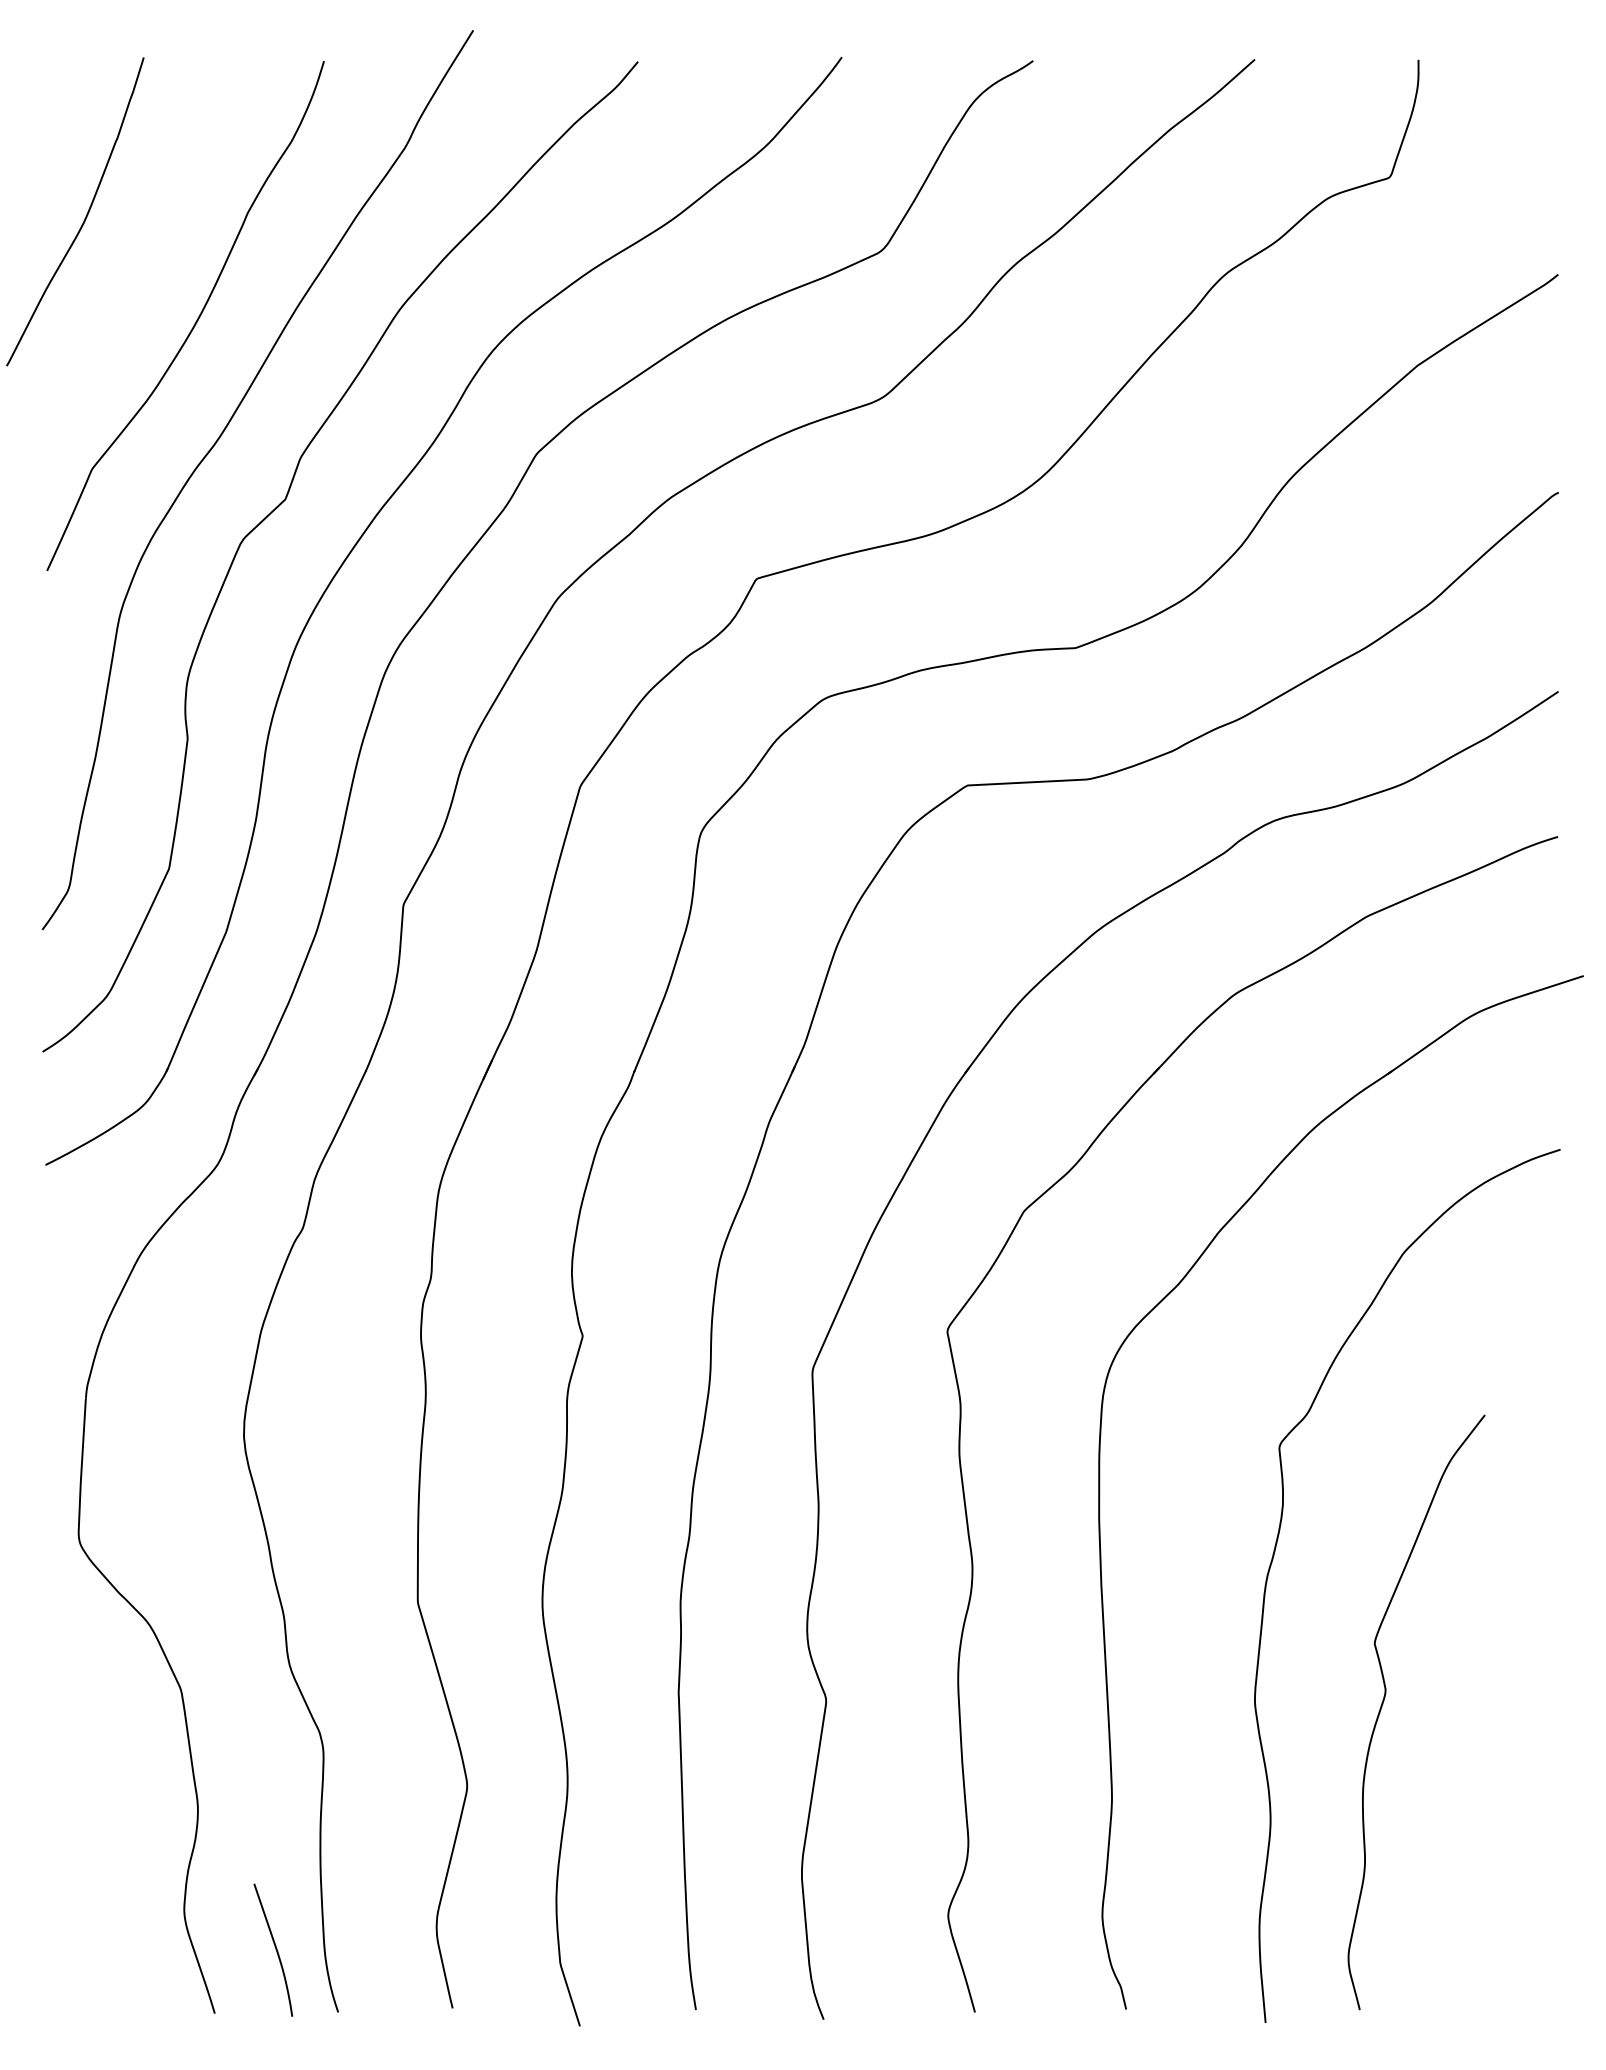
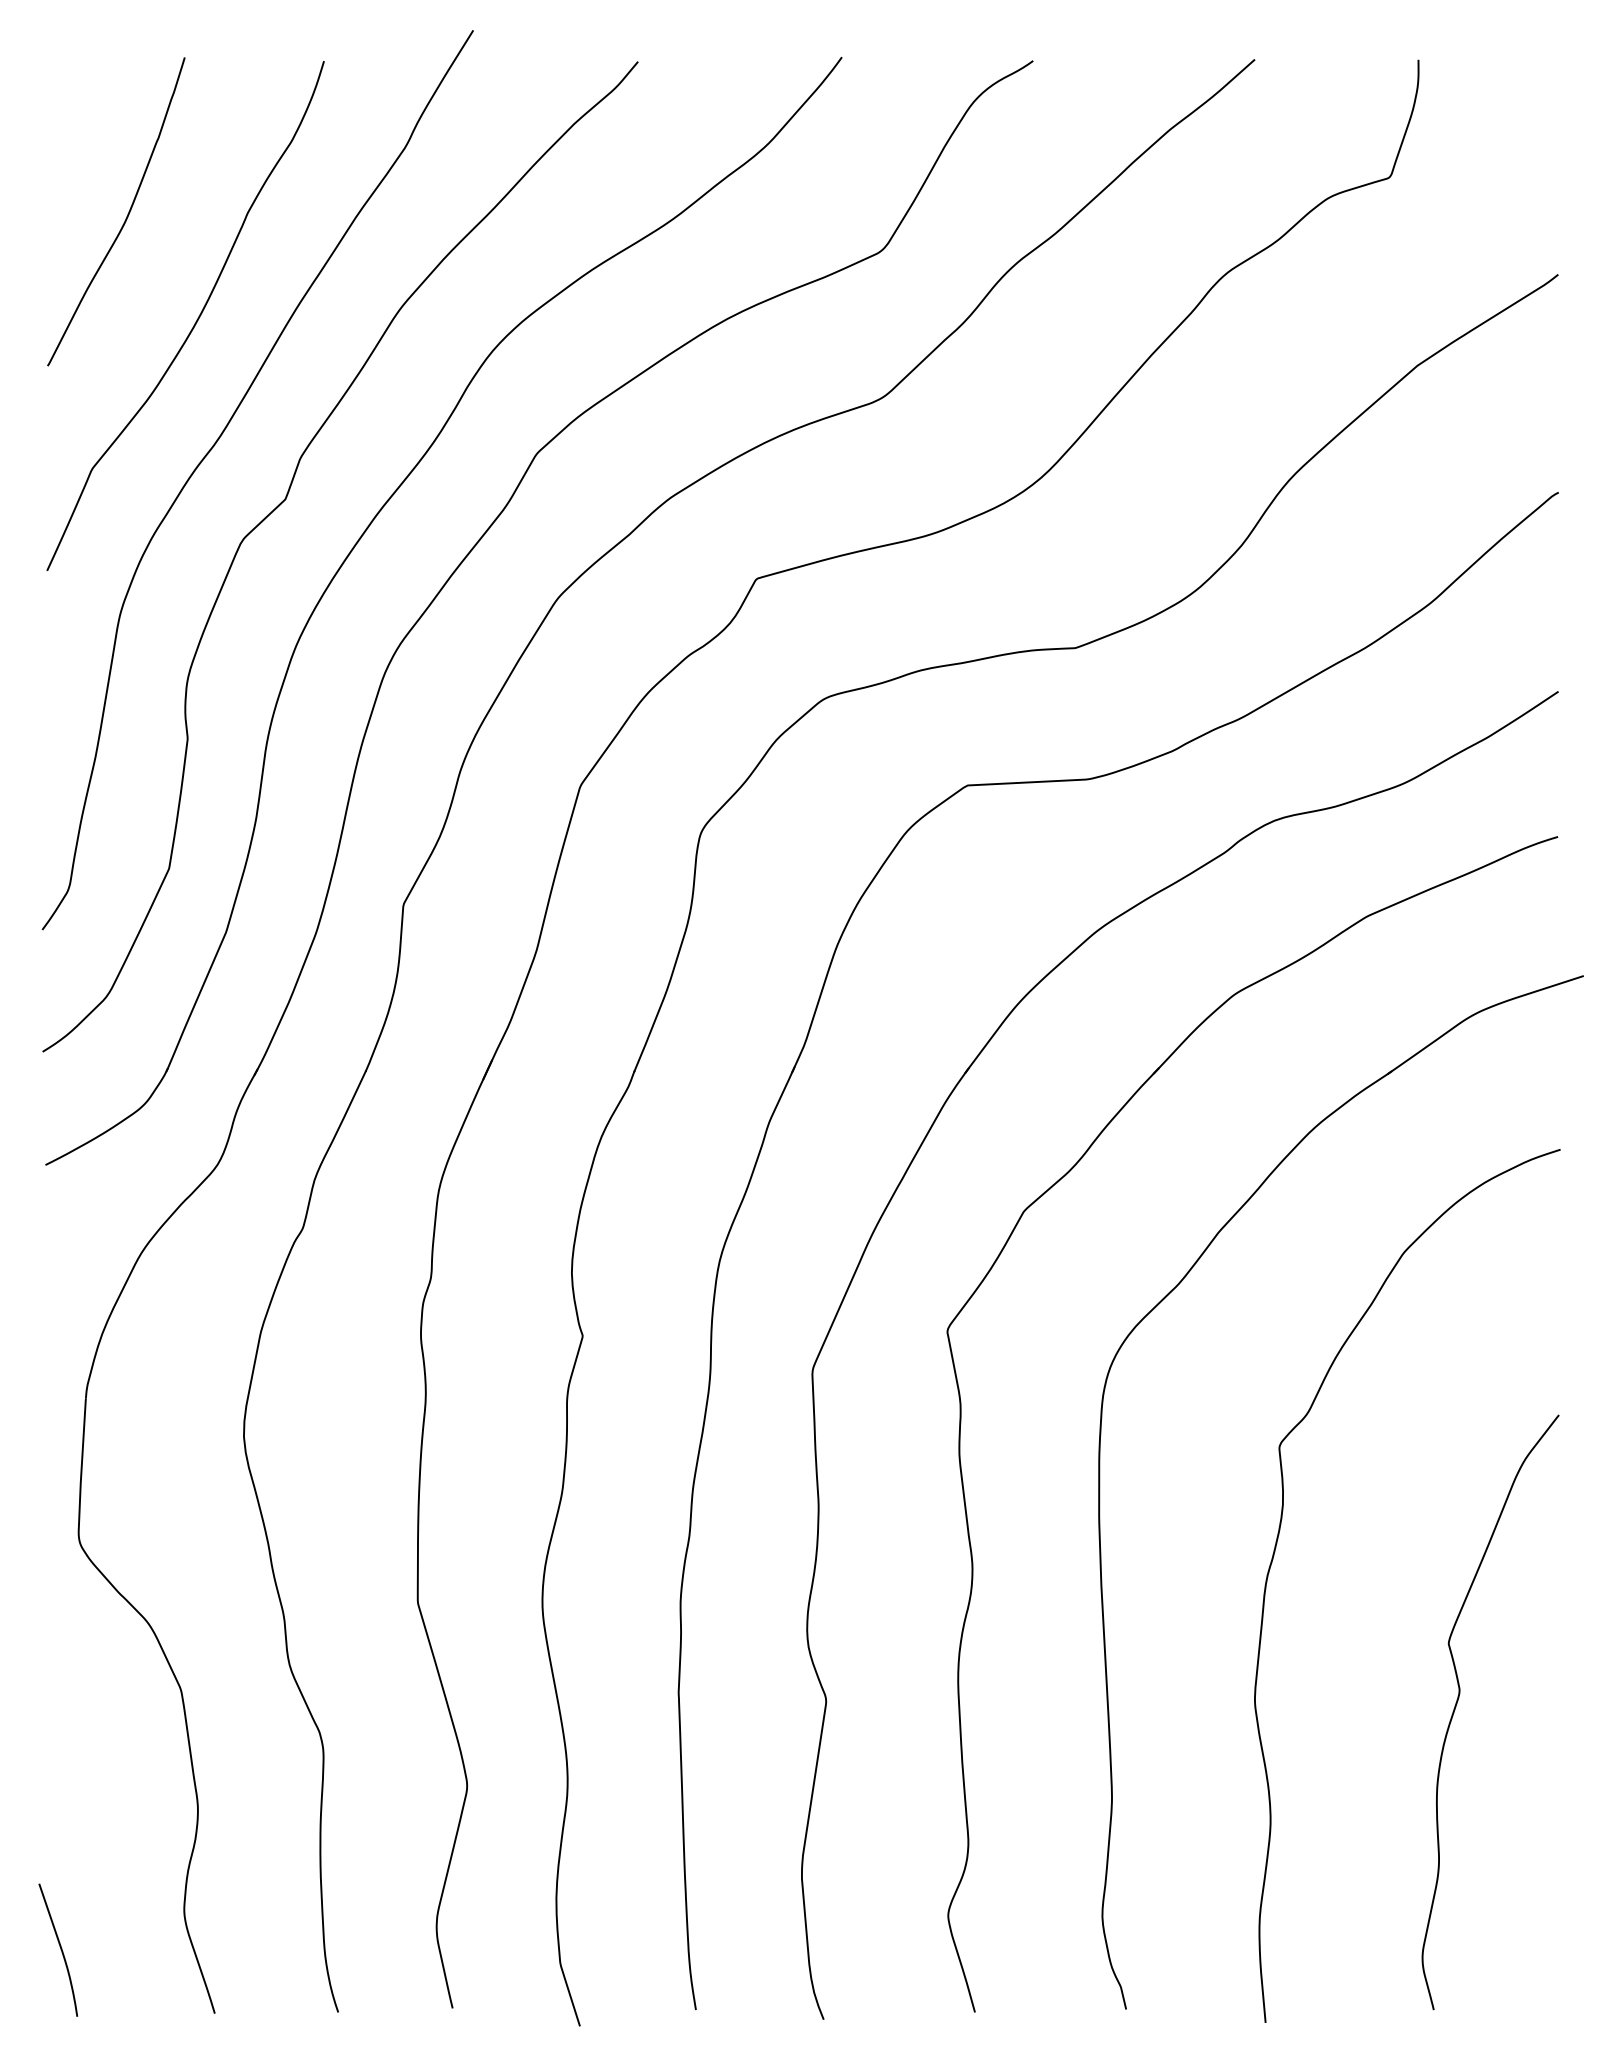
curve at (86, 213) position: (86, 213) -> (127, 213)
curve at (1384, 1701) position: (1384, 1701) -> (1458, 1701)
curve at (275, 1949) position: (275, 1949) -> (60, 1949)
